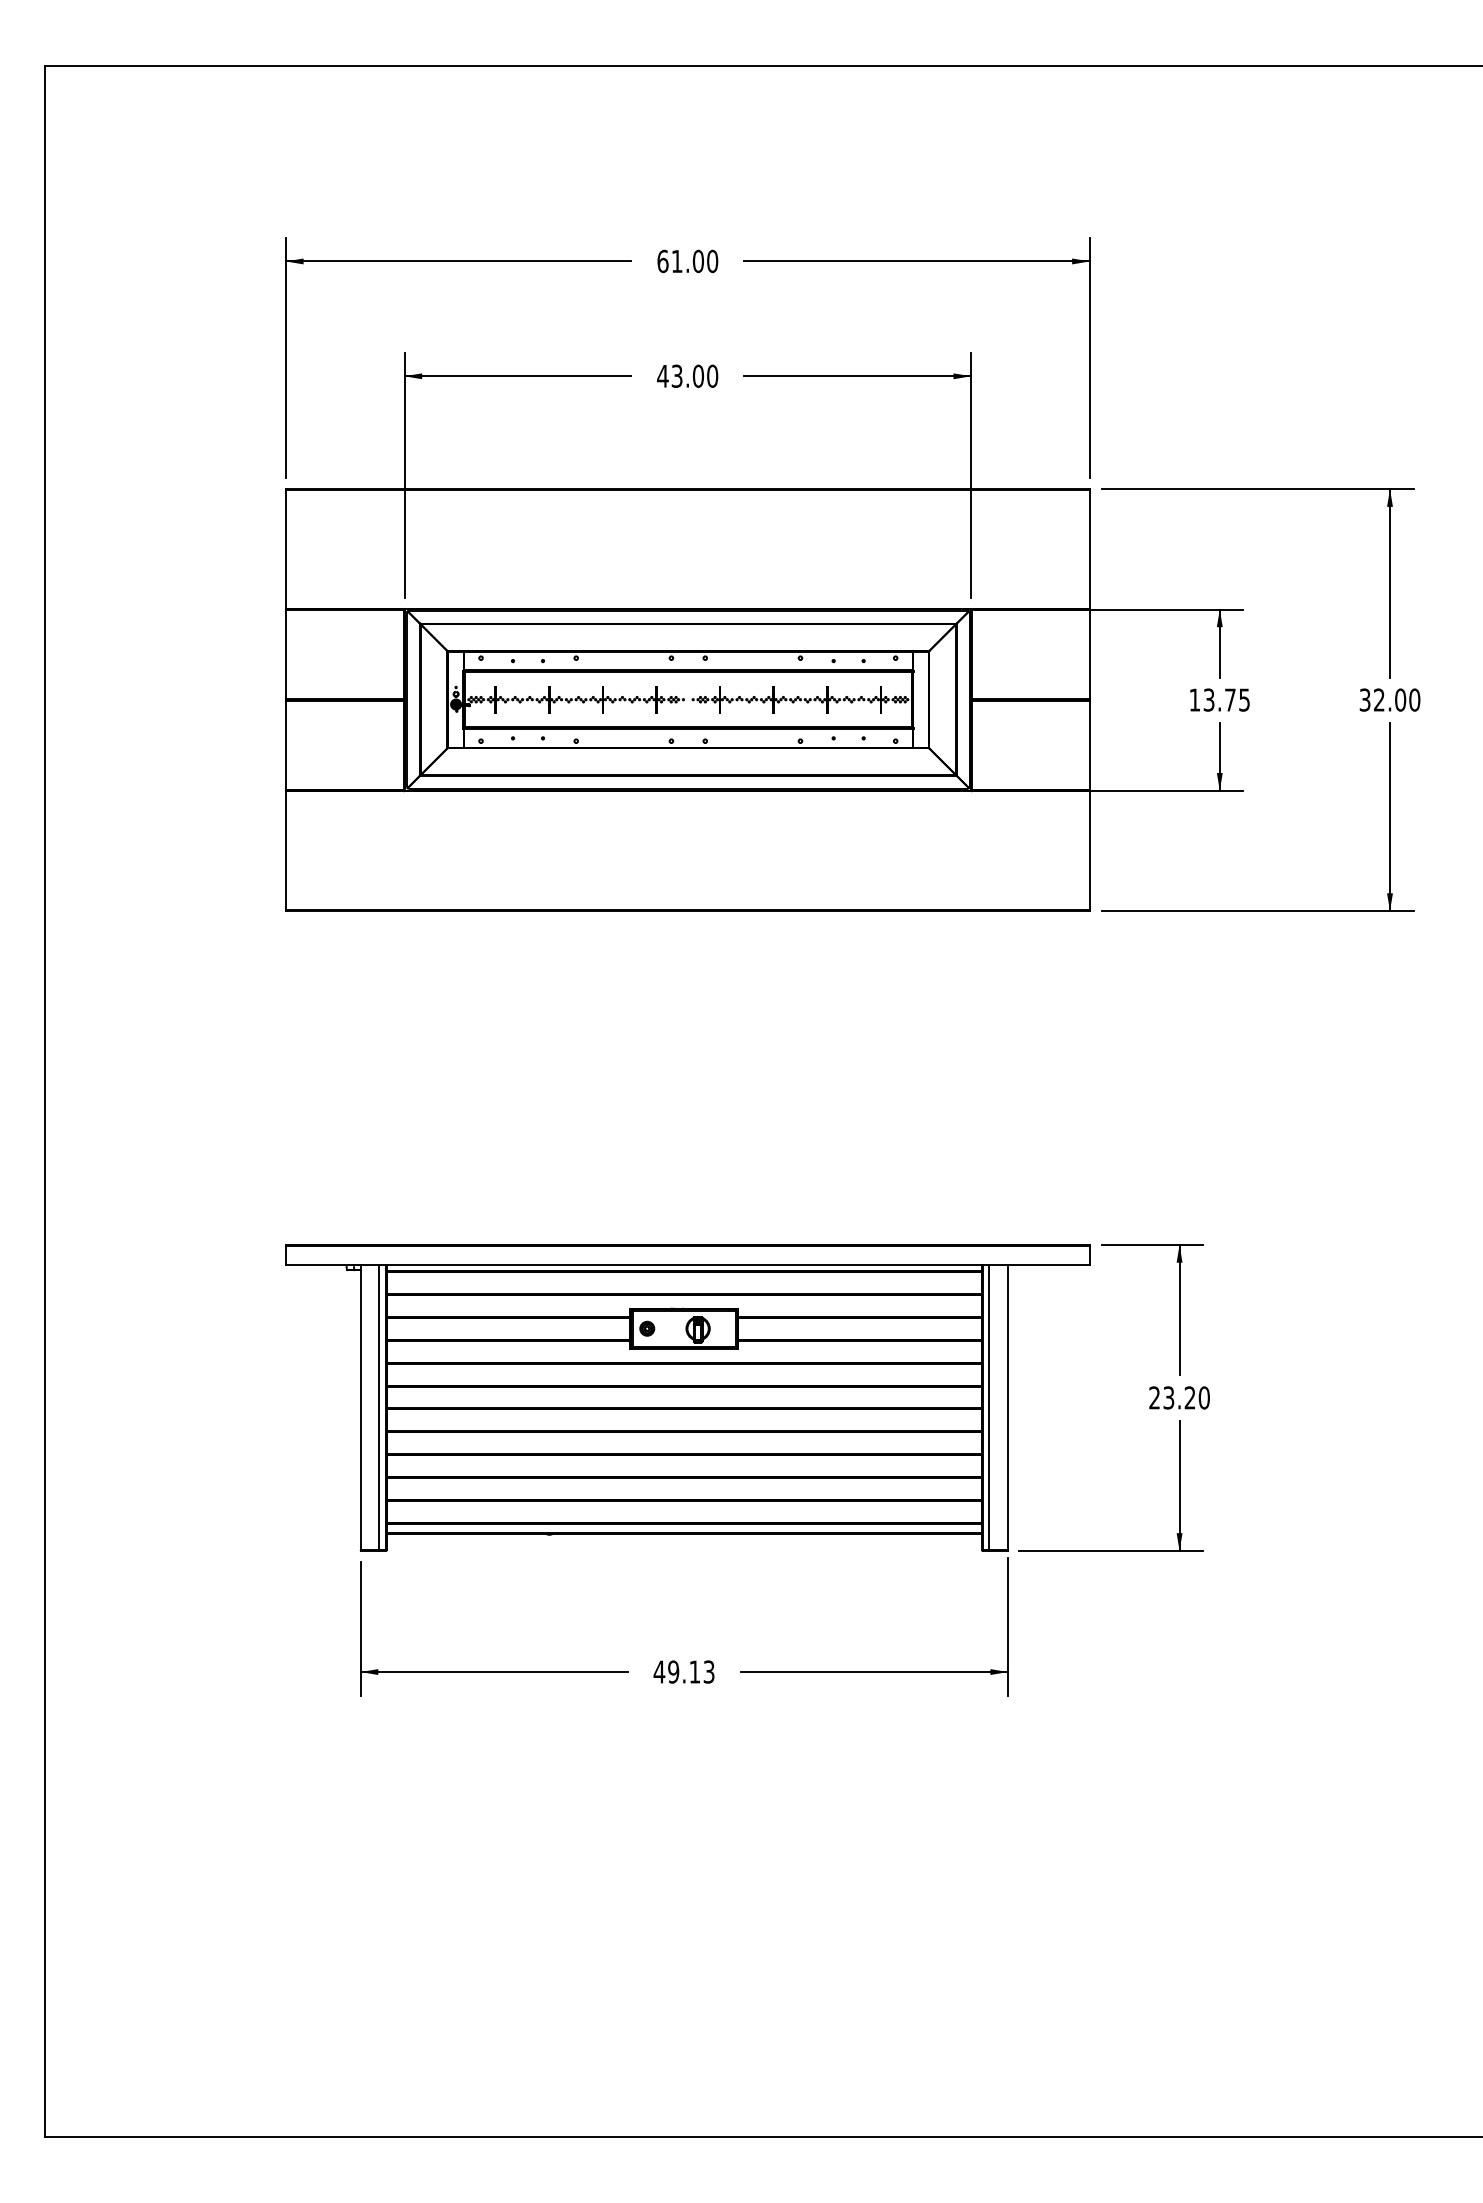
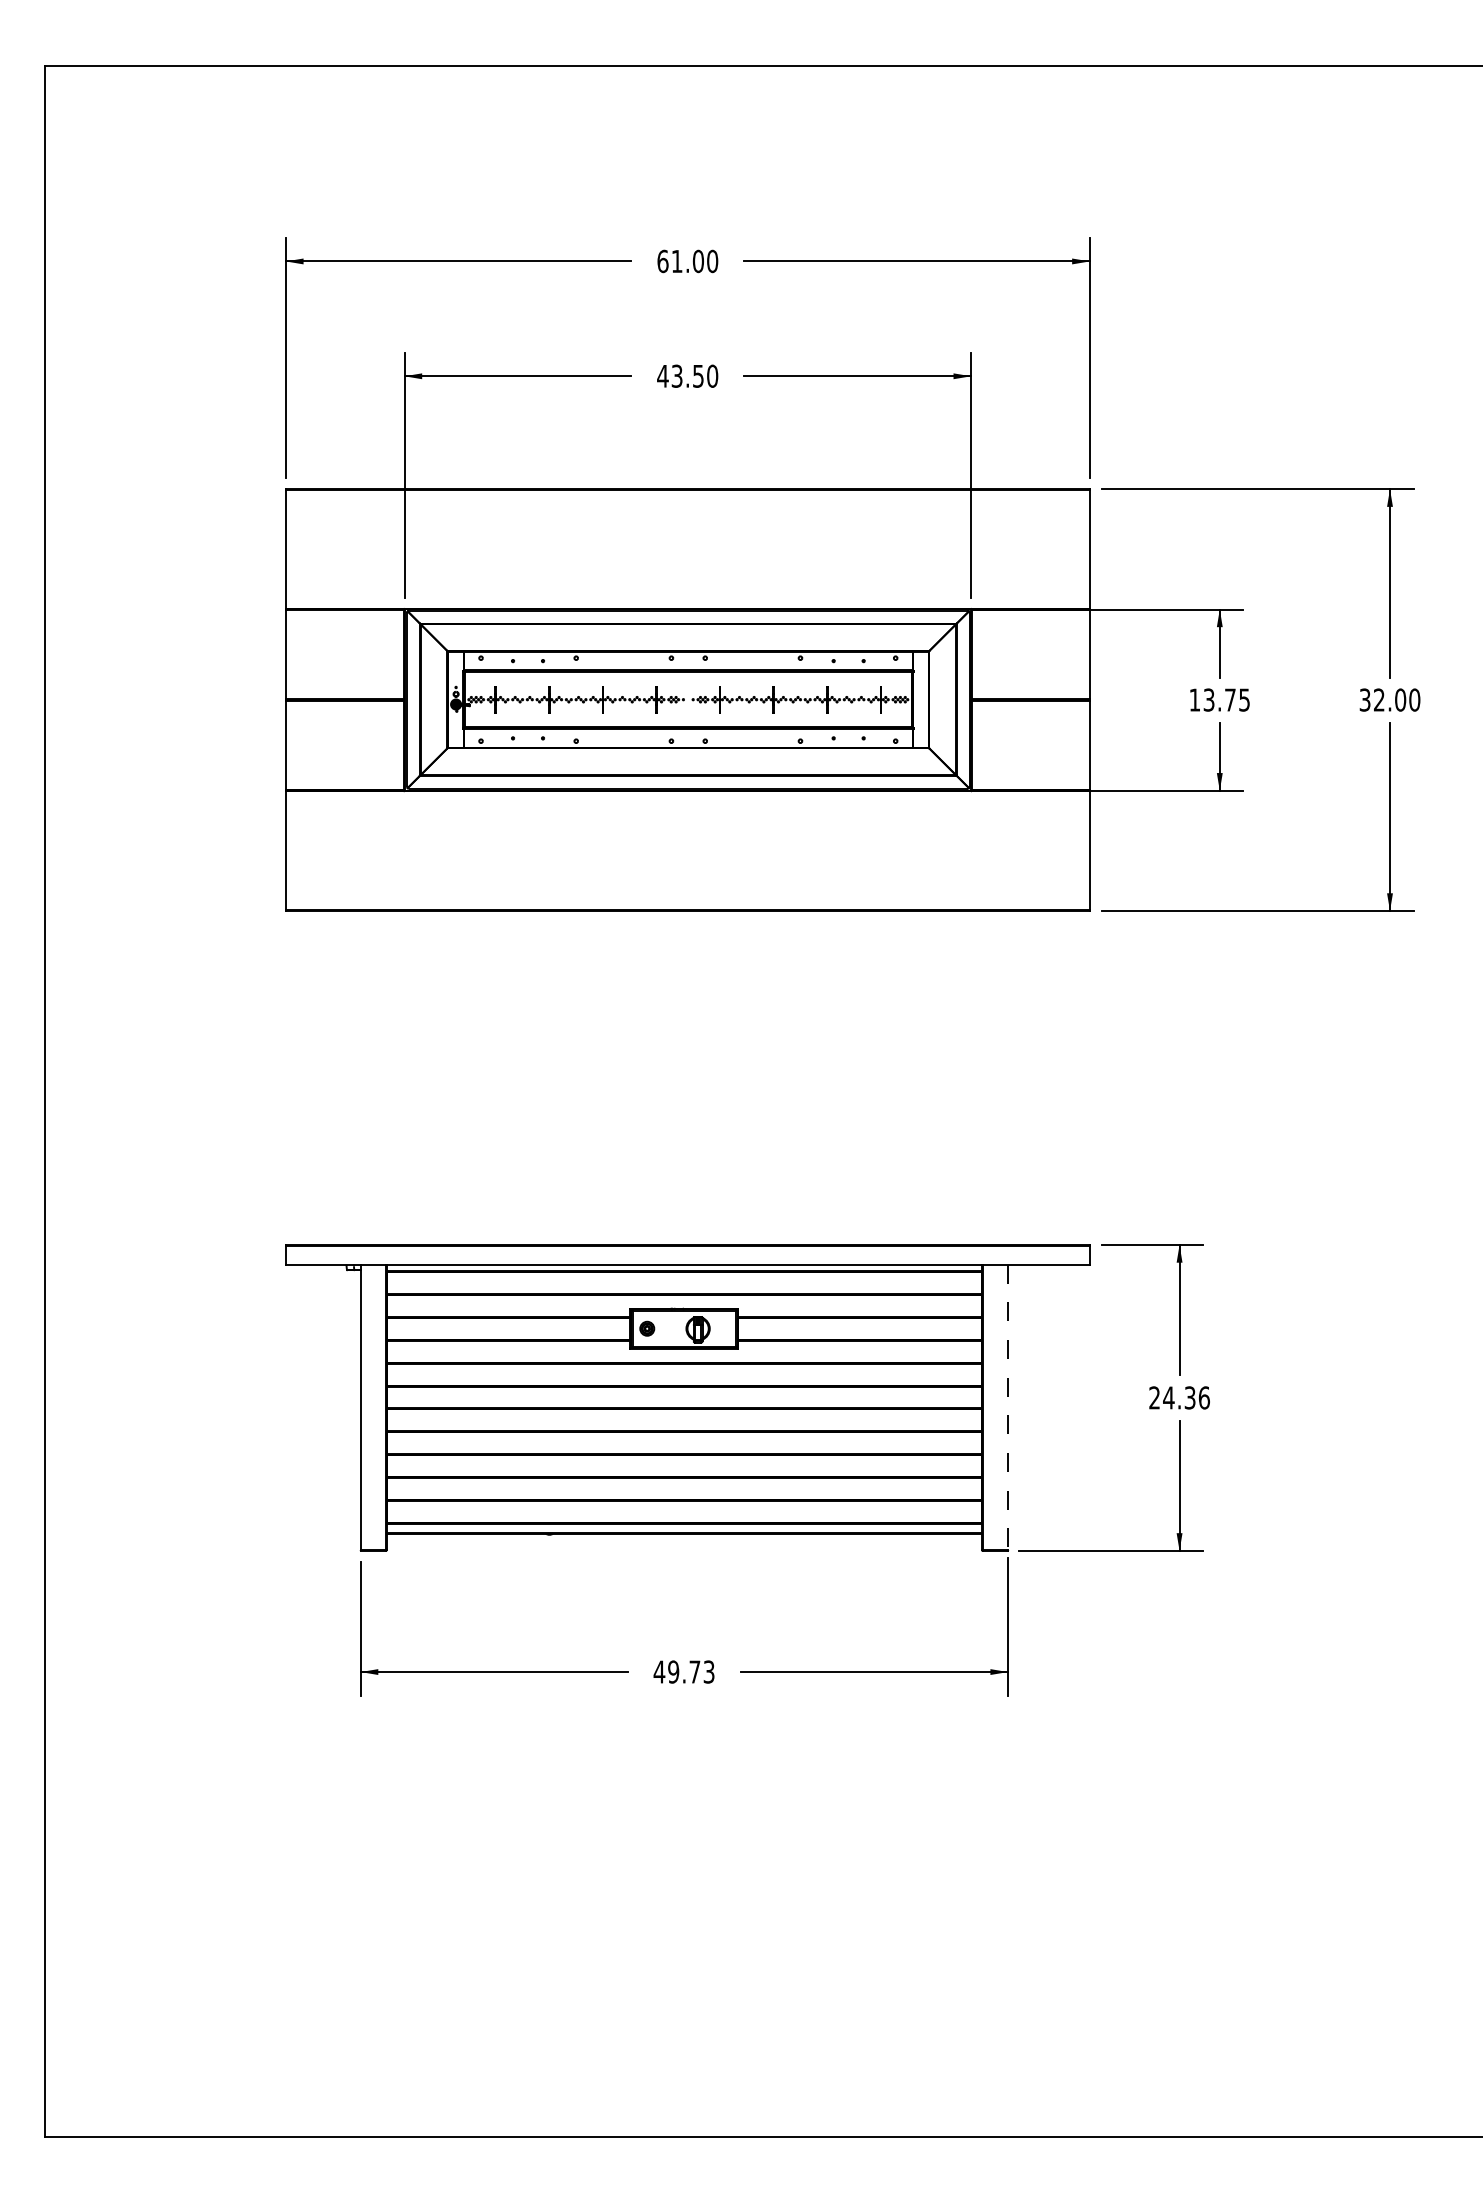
text at (698, 375): 43.00 -> 43.50
text at (1186, 1397): 23.20 -> 24.36
line at (379, 1407): present -> none
line at (989, 1407): present -> none
line at (1008, 1407): solid -> dashed
text at (694, 1671): 49.13 -> 49.73
